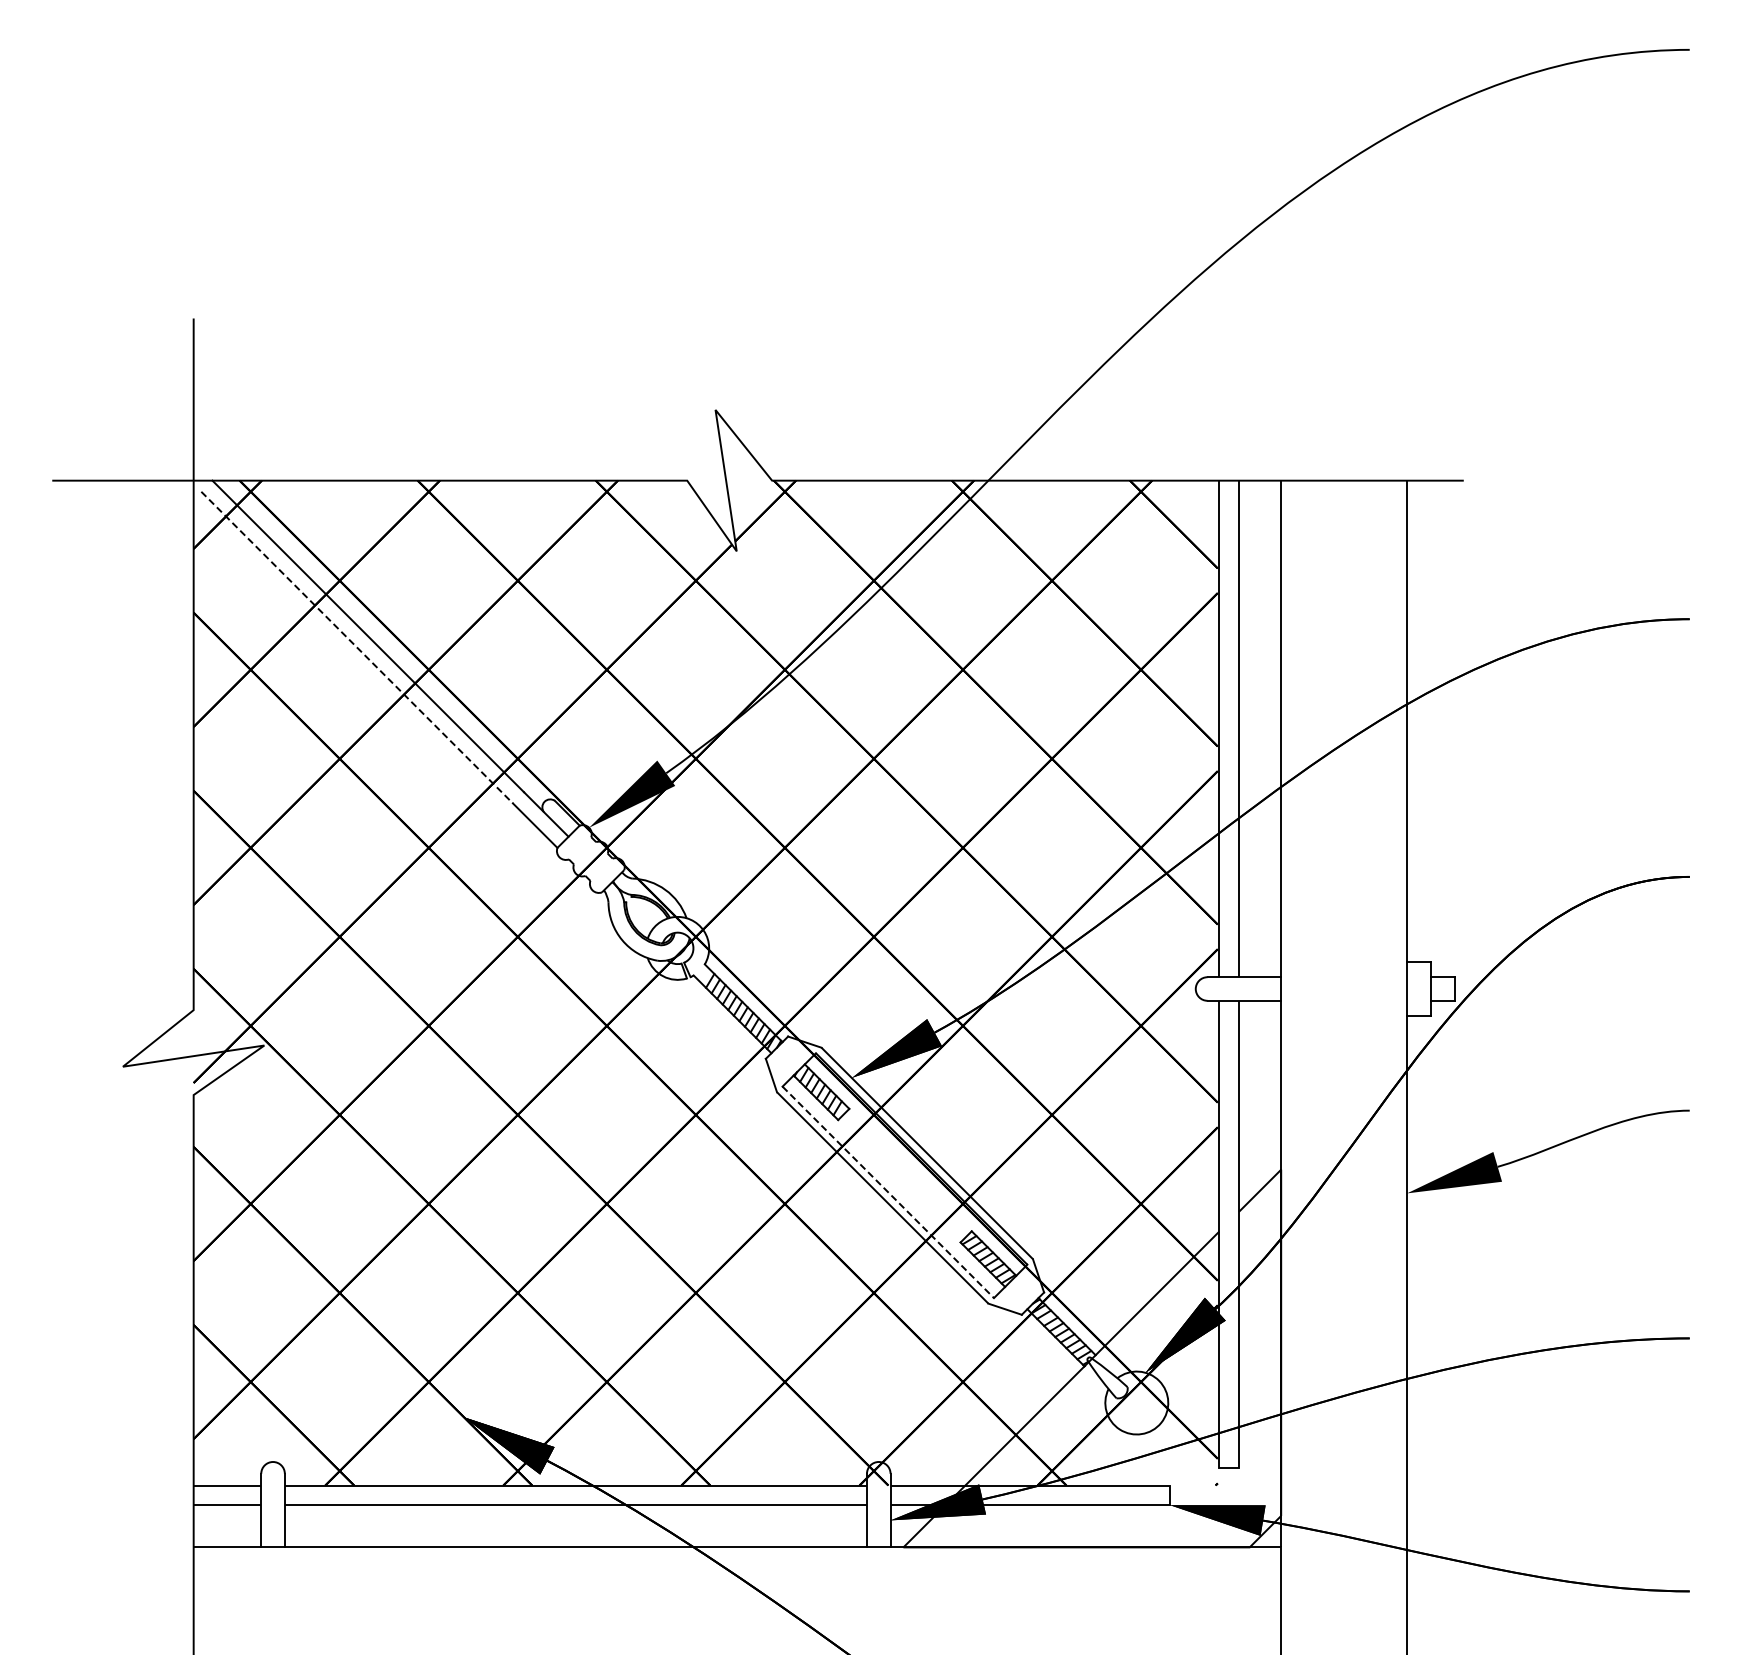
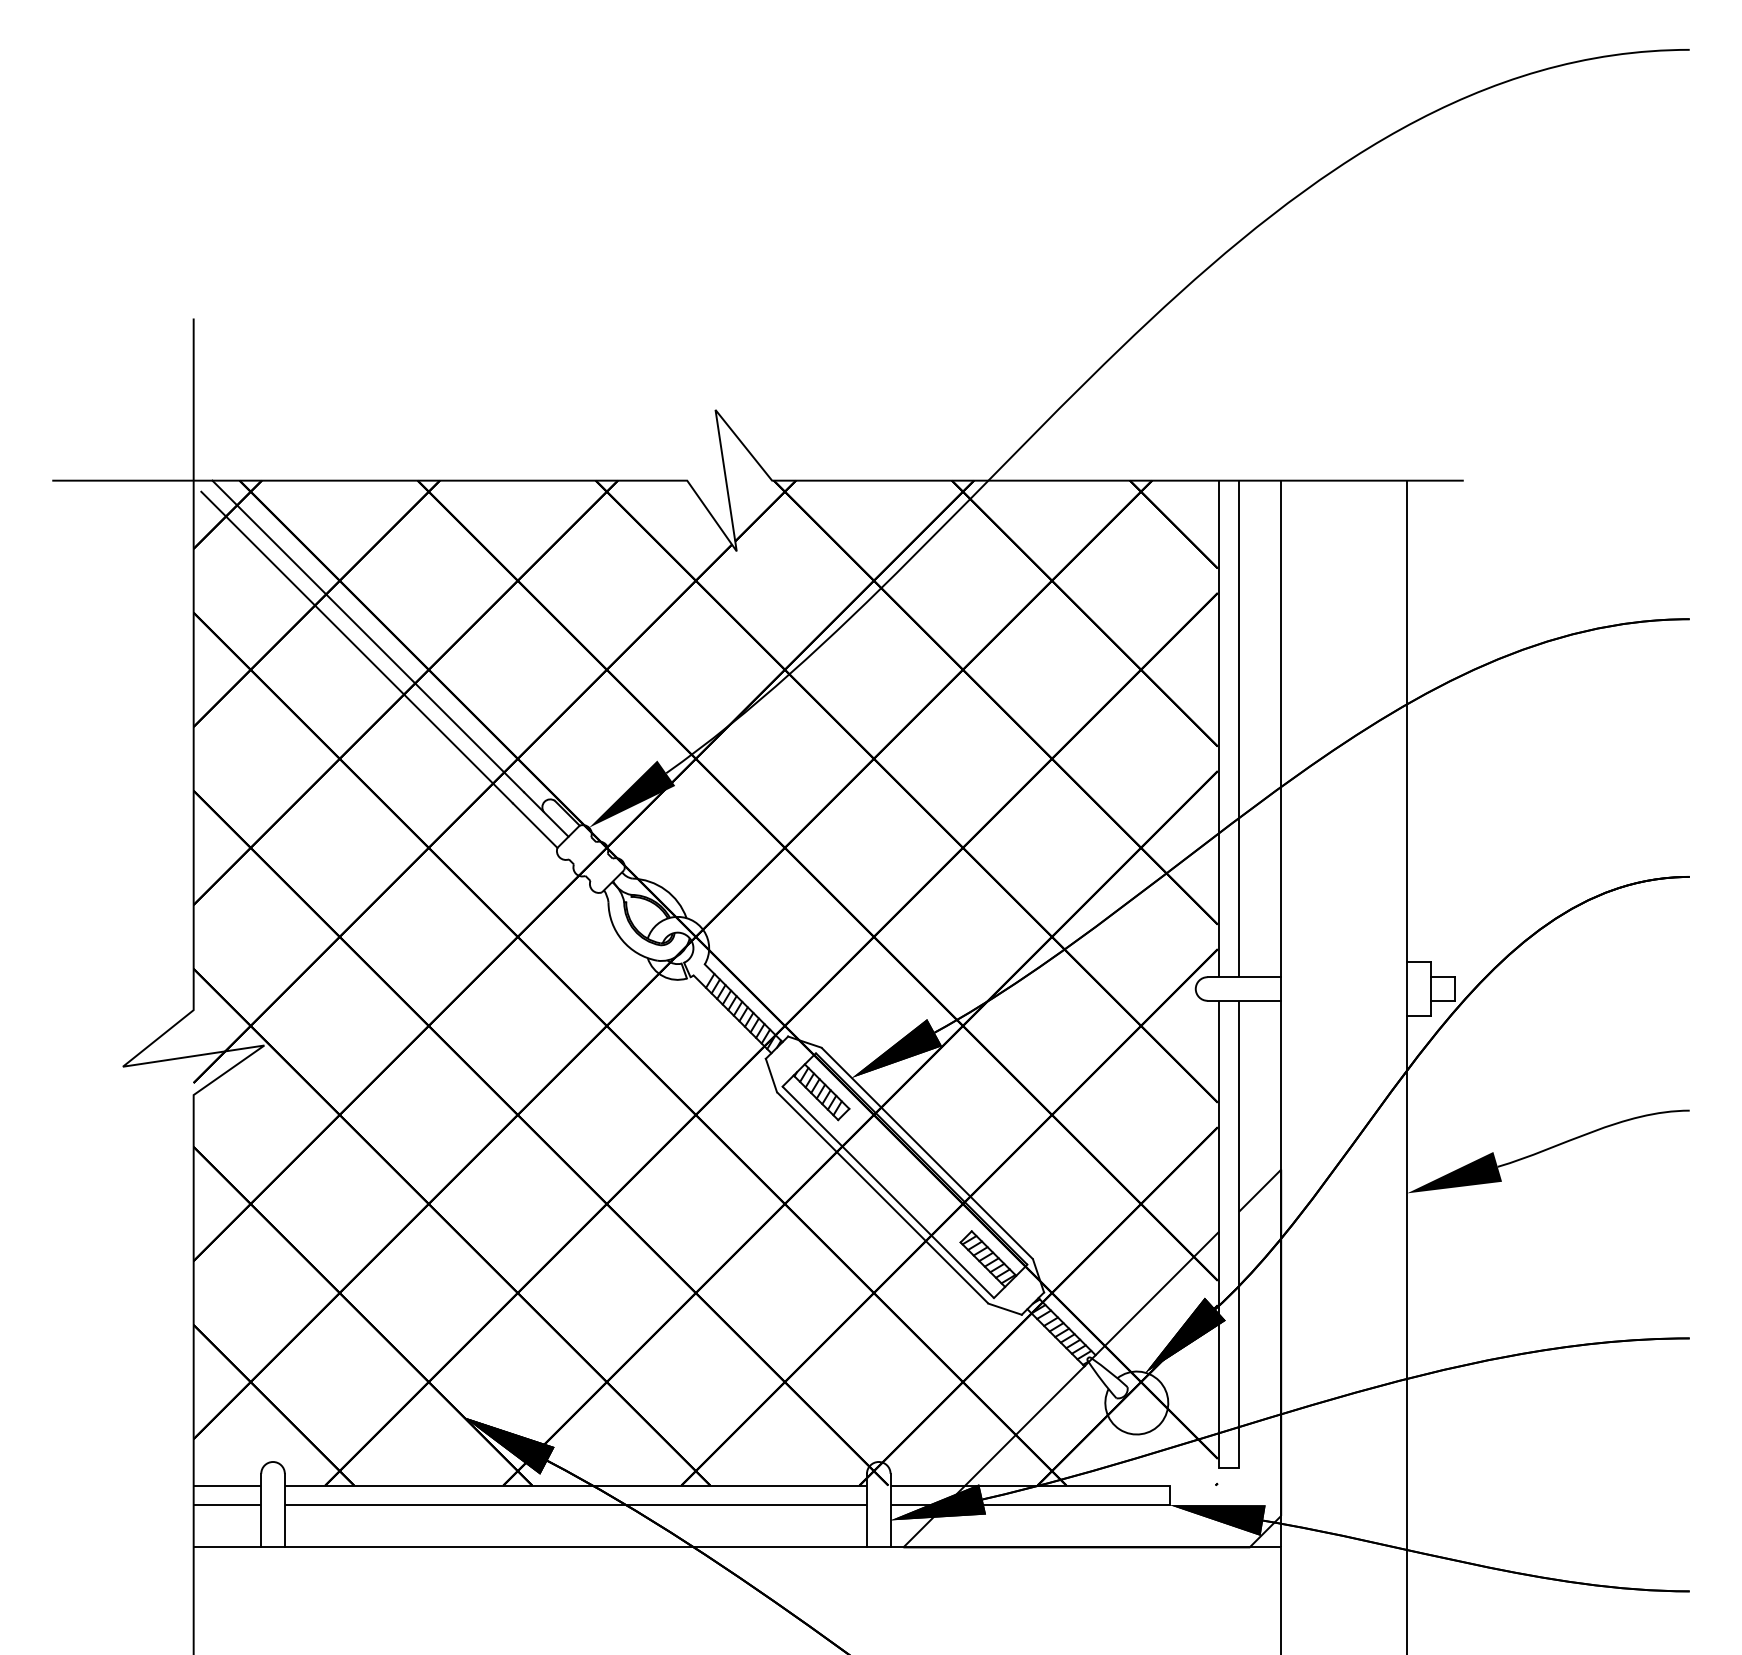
line at (357, 647): dashed -> solid
line at (888, 1192): dashed -> solid
